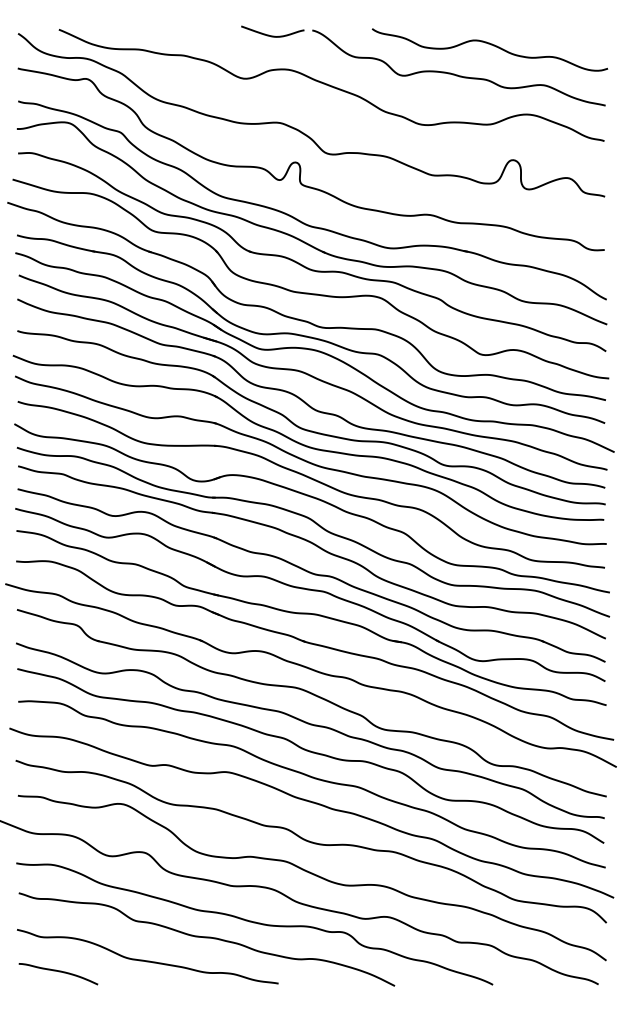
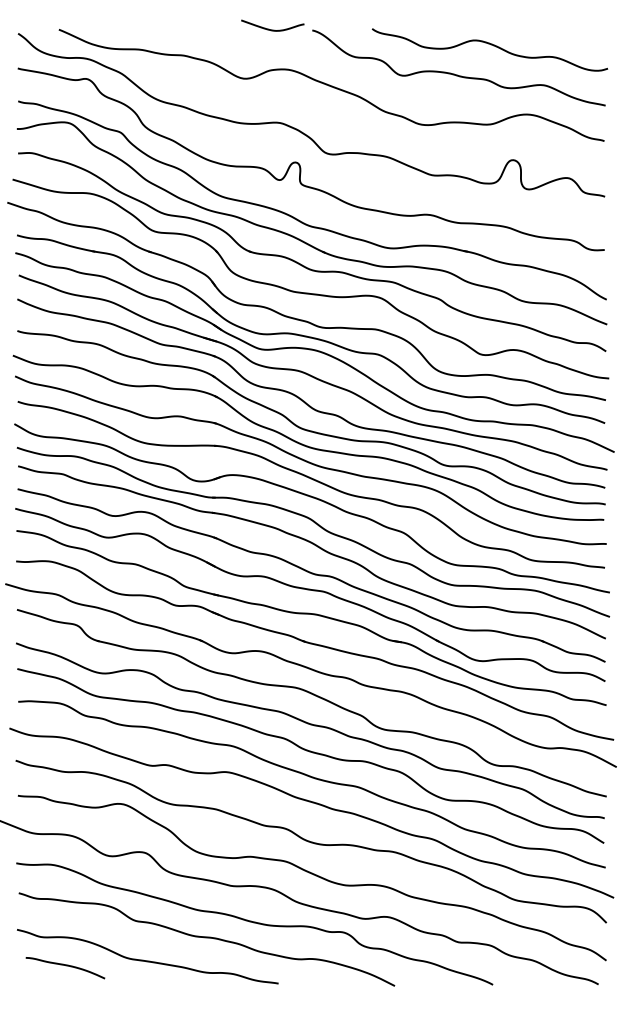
curve at (272, 35) position: (272, 35) -> (272, 29)
curve at (58, 972) position: (58, 972) -> (65, 966)
